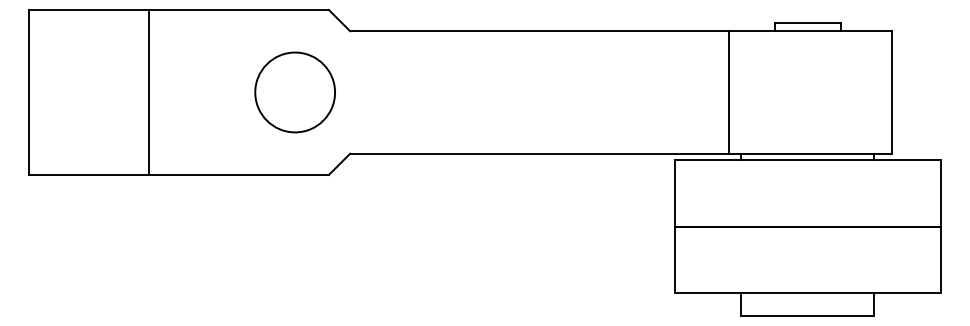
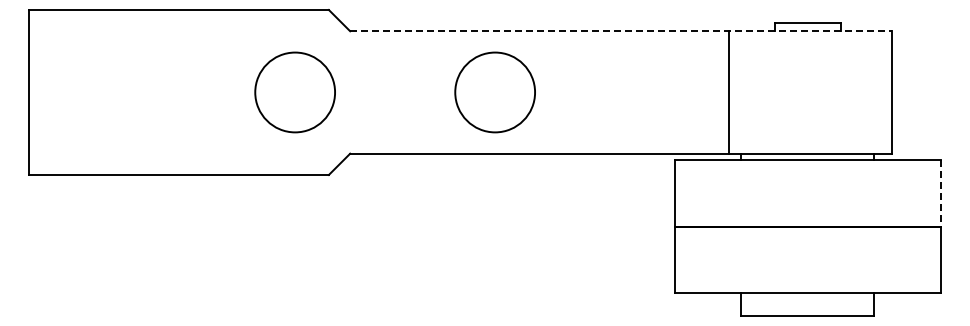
line at (620, 31): solid -> dashed
line at (148, 92): present -> none
circle at (494, 92): none -> present
line at (940, 194): solid -> dashed
